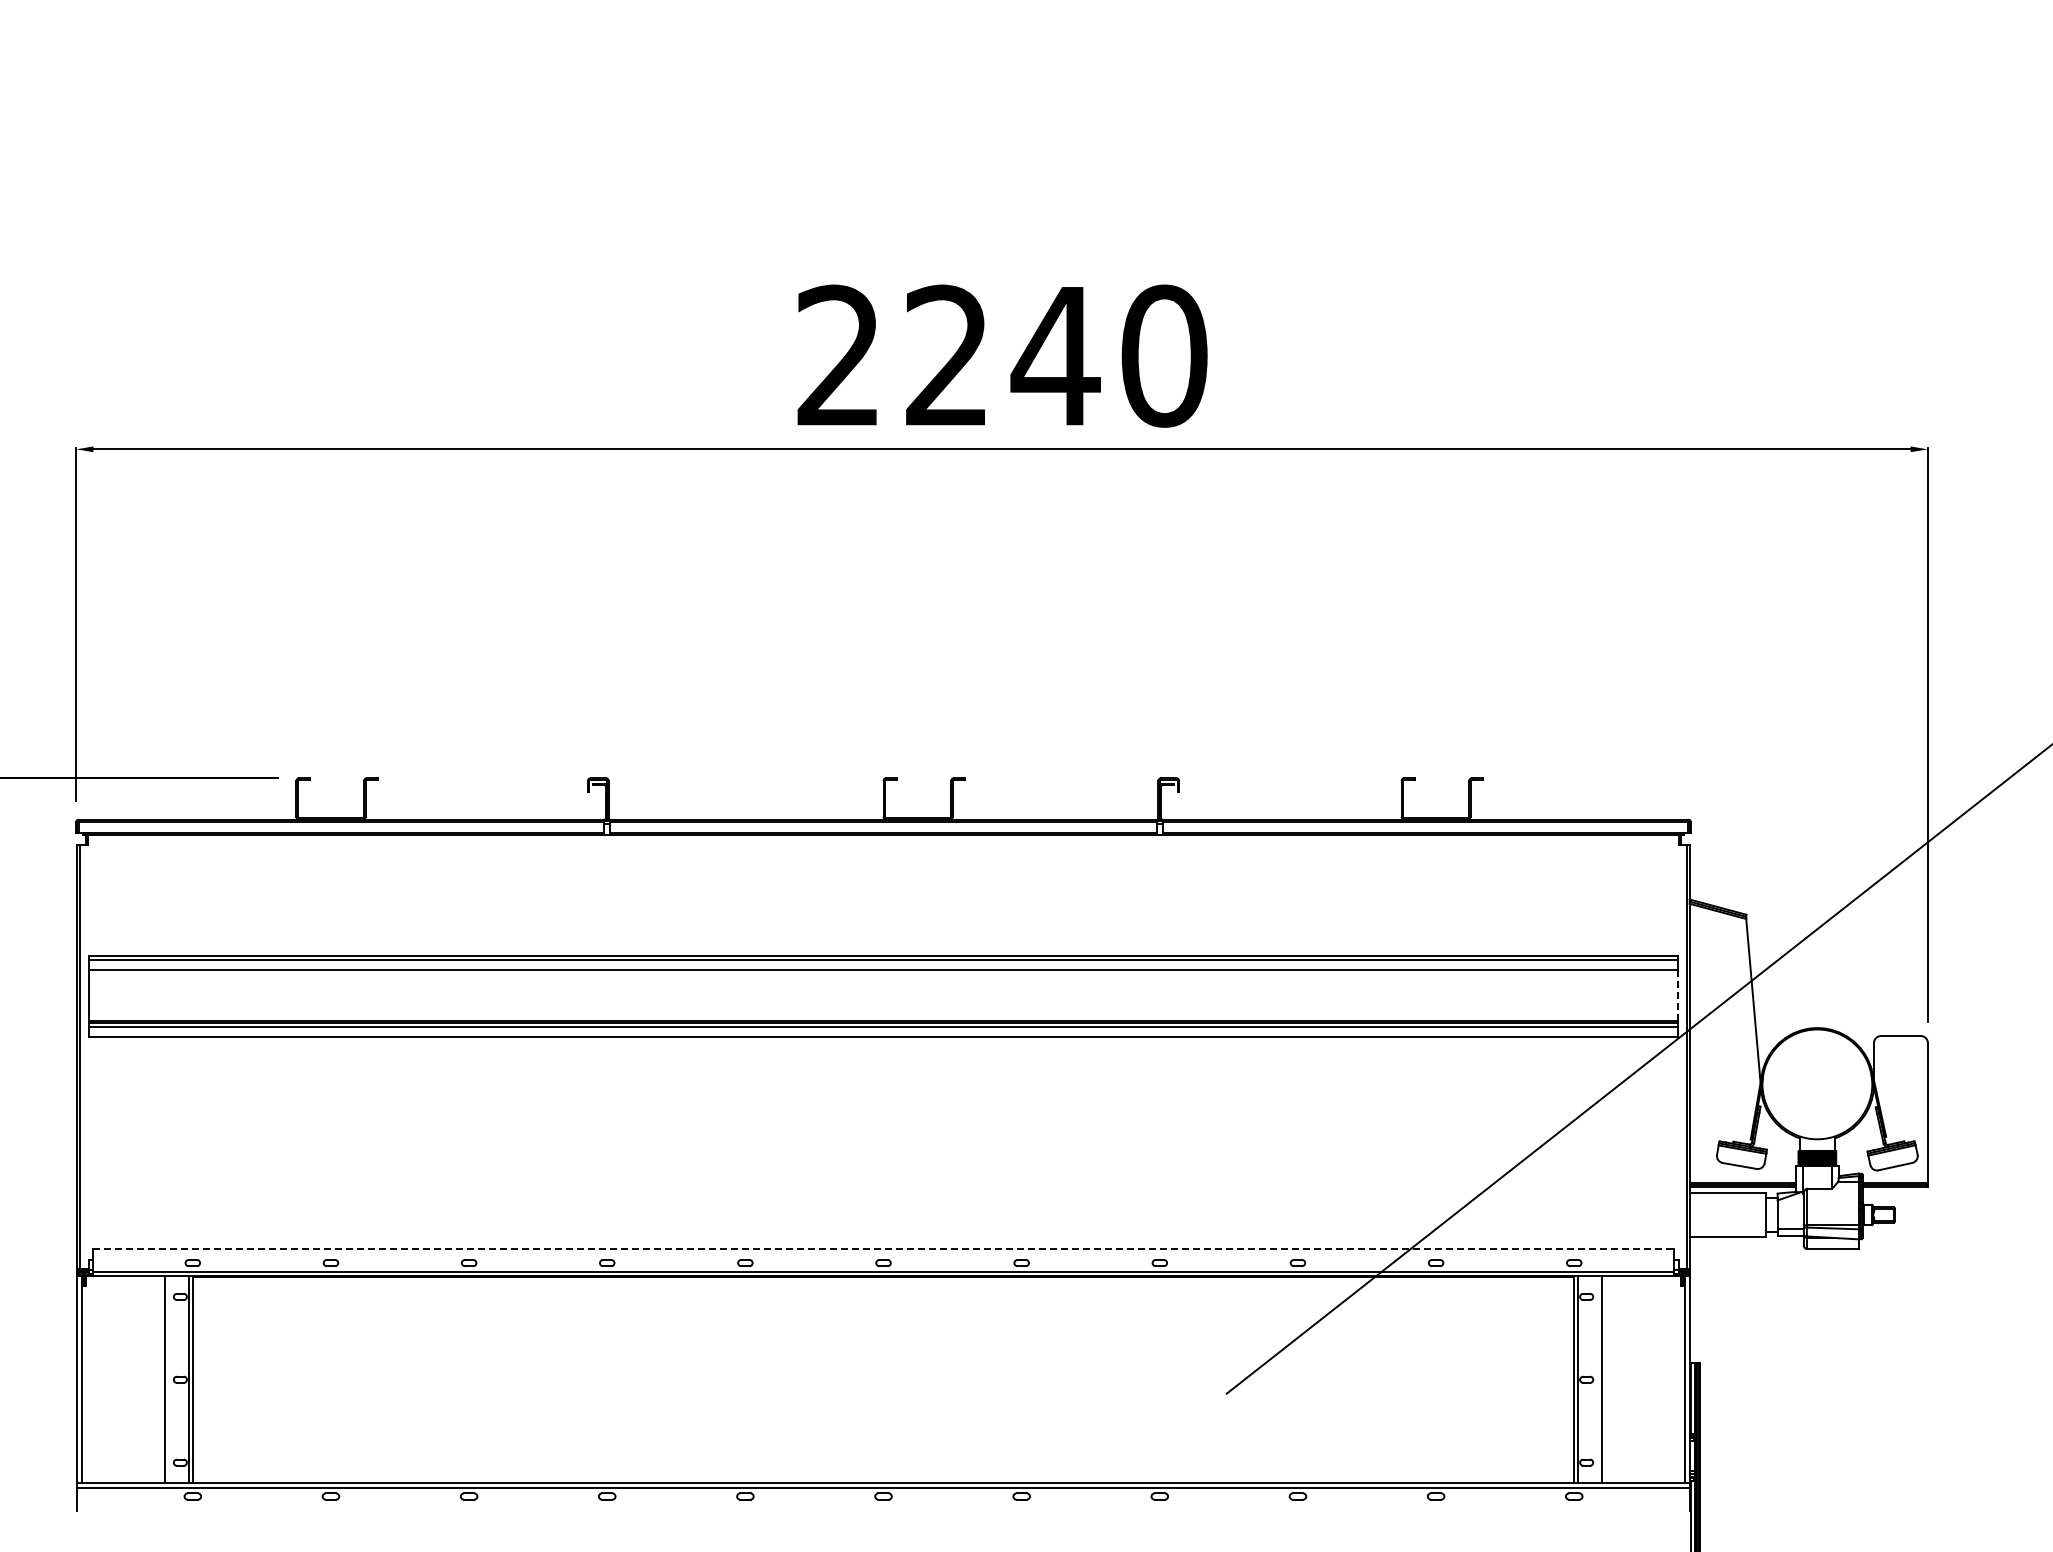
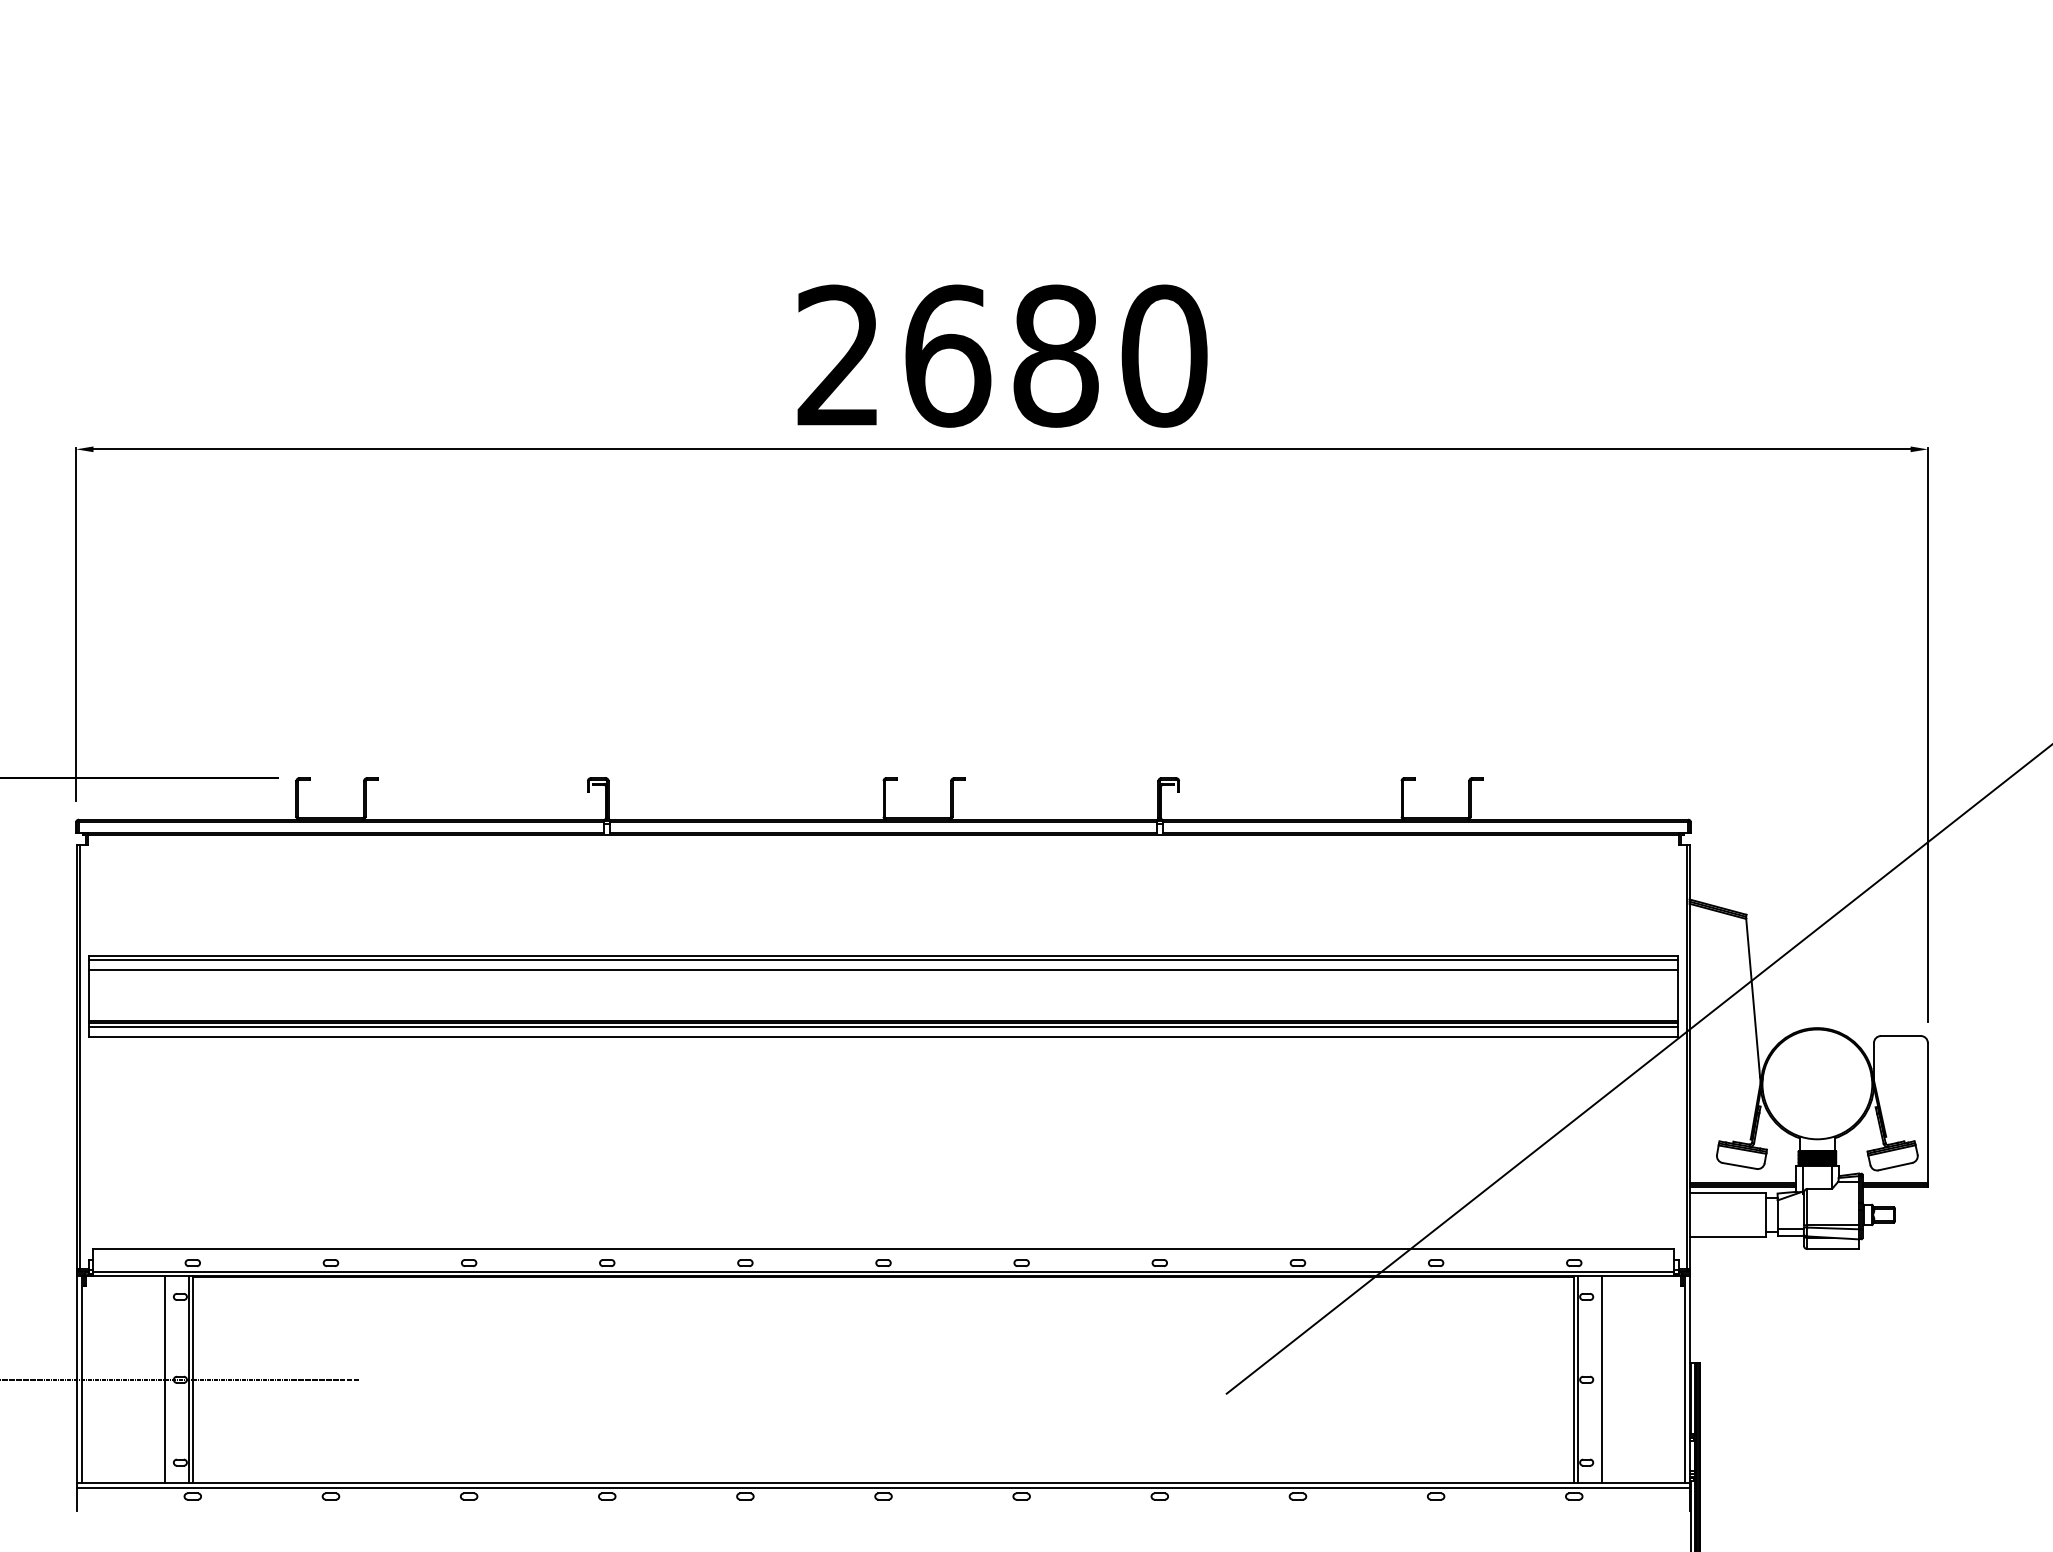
text at (1002, 355): 2240 -> 2680
line at (1677, 995): dashed -> solid
line at (883, 1248): dashed -> solid
line at (180, 1379): none -> present
